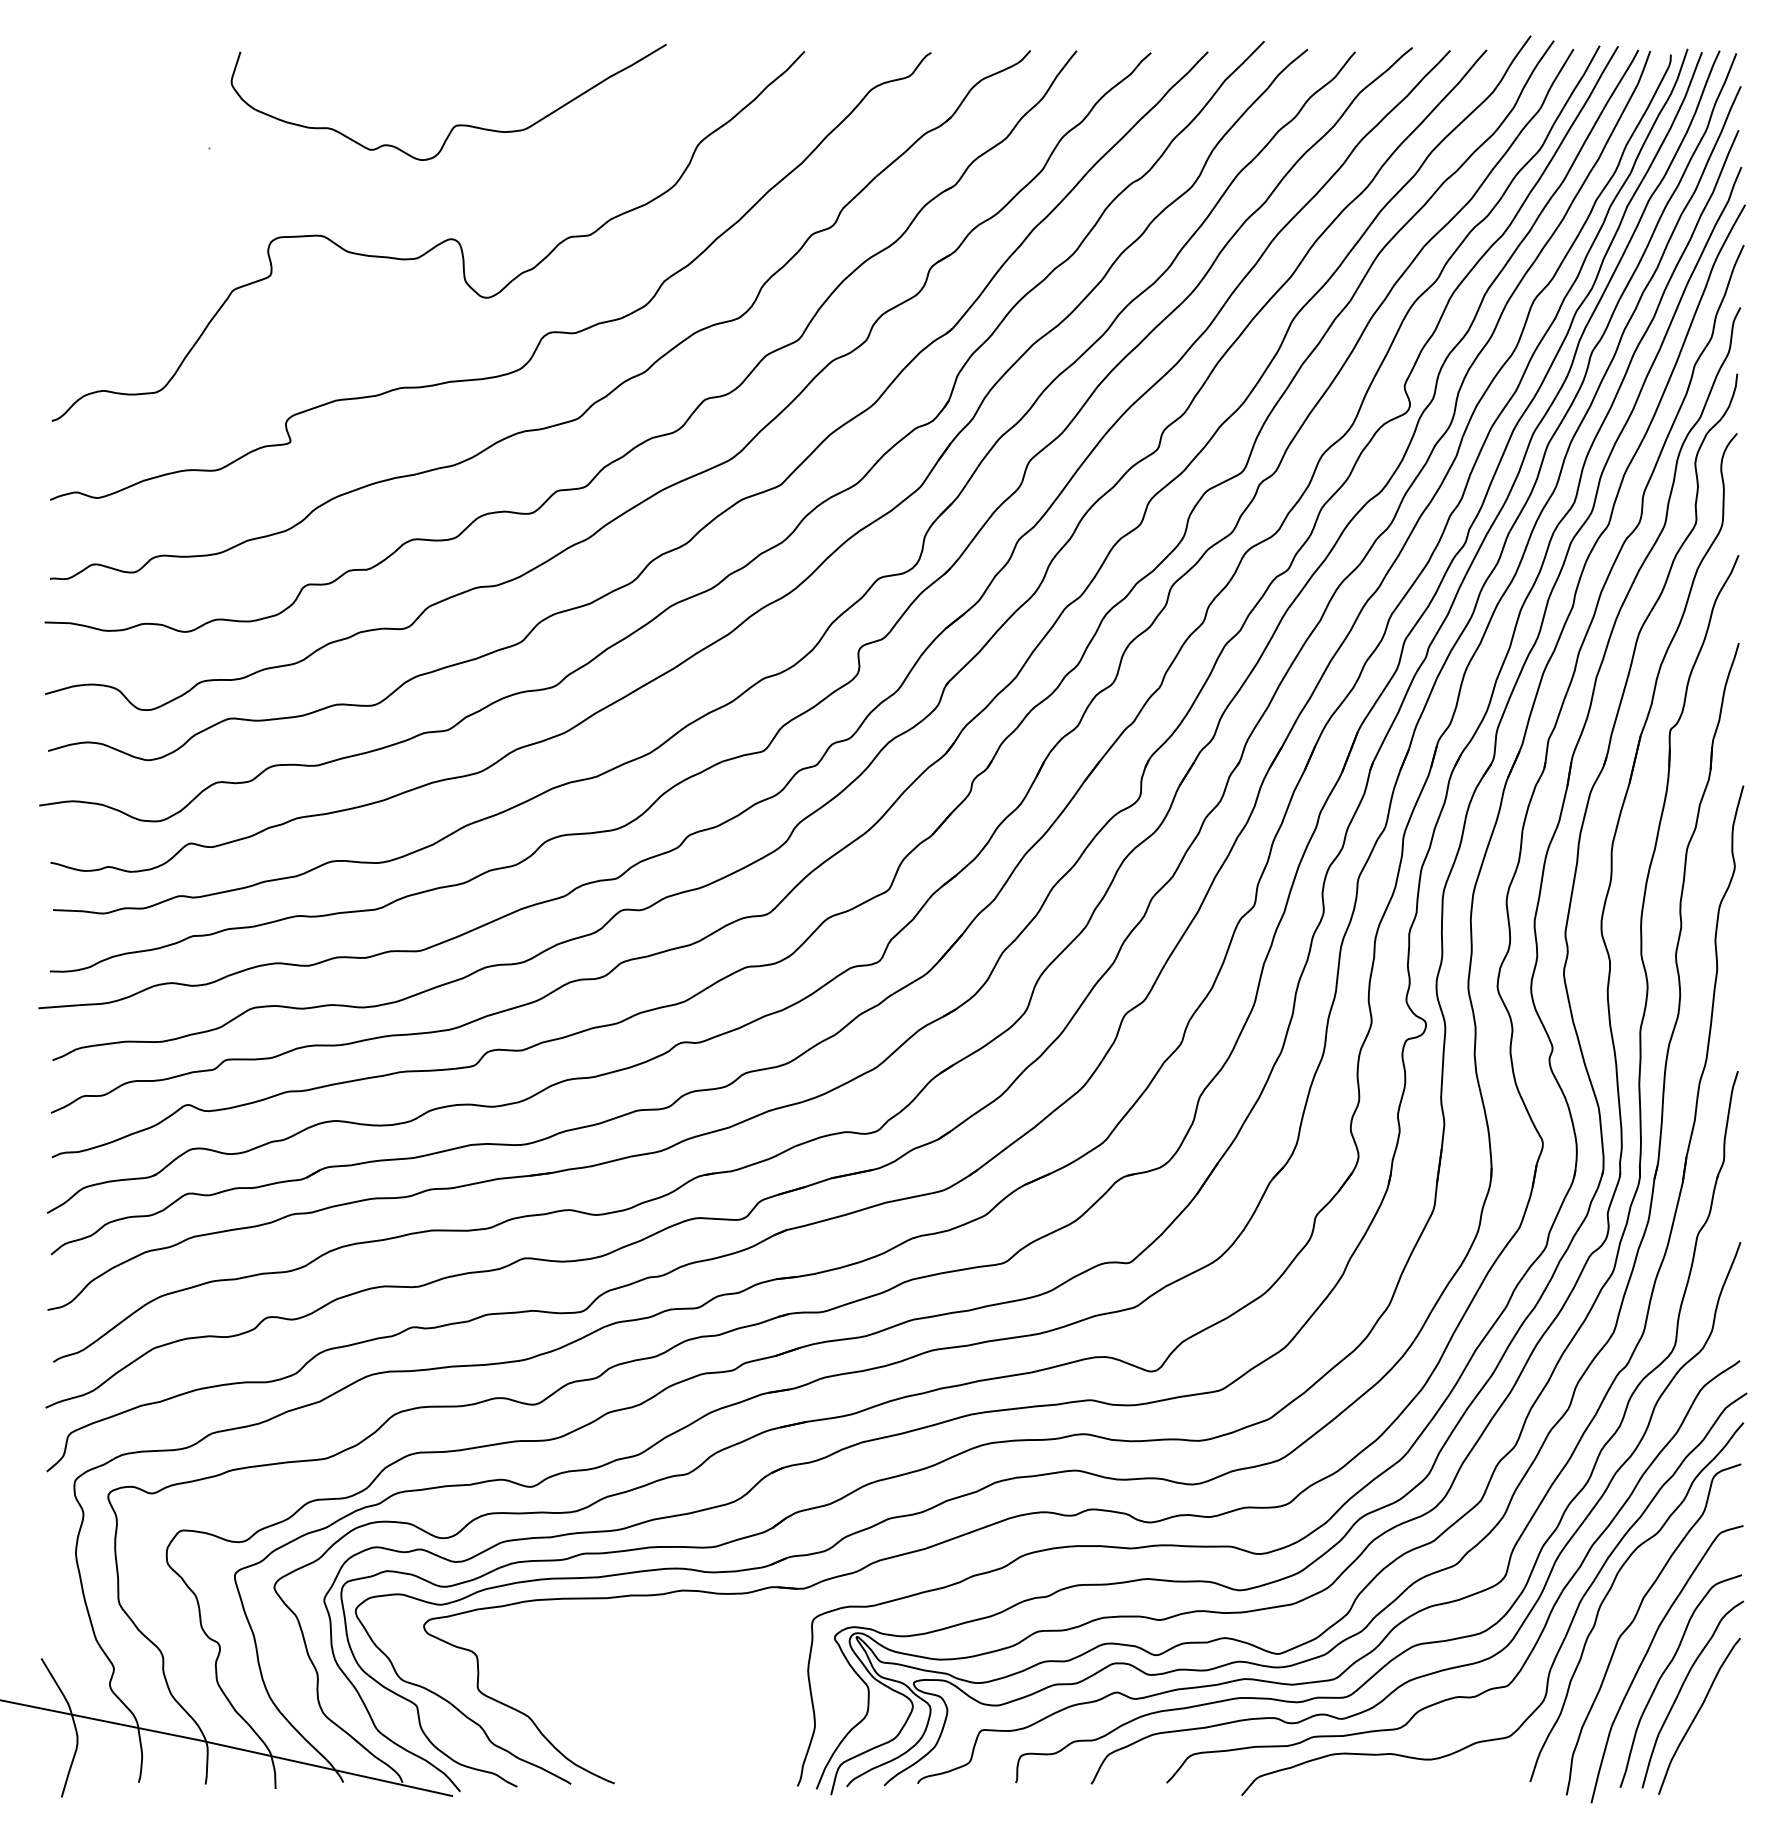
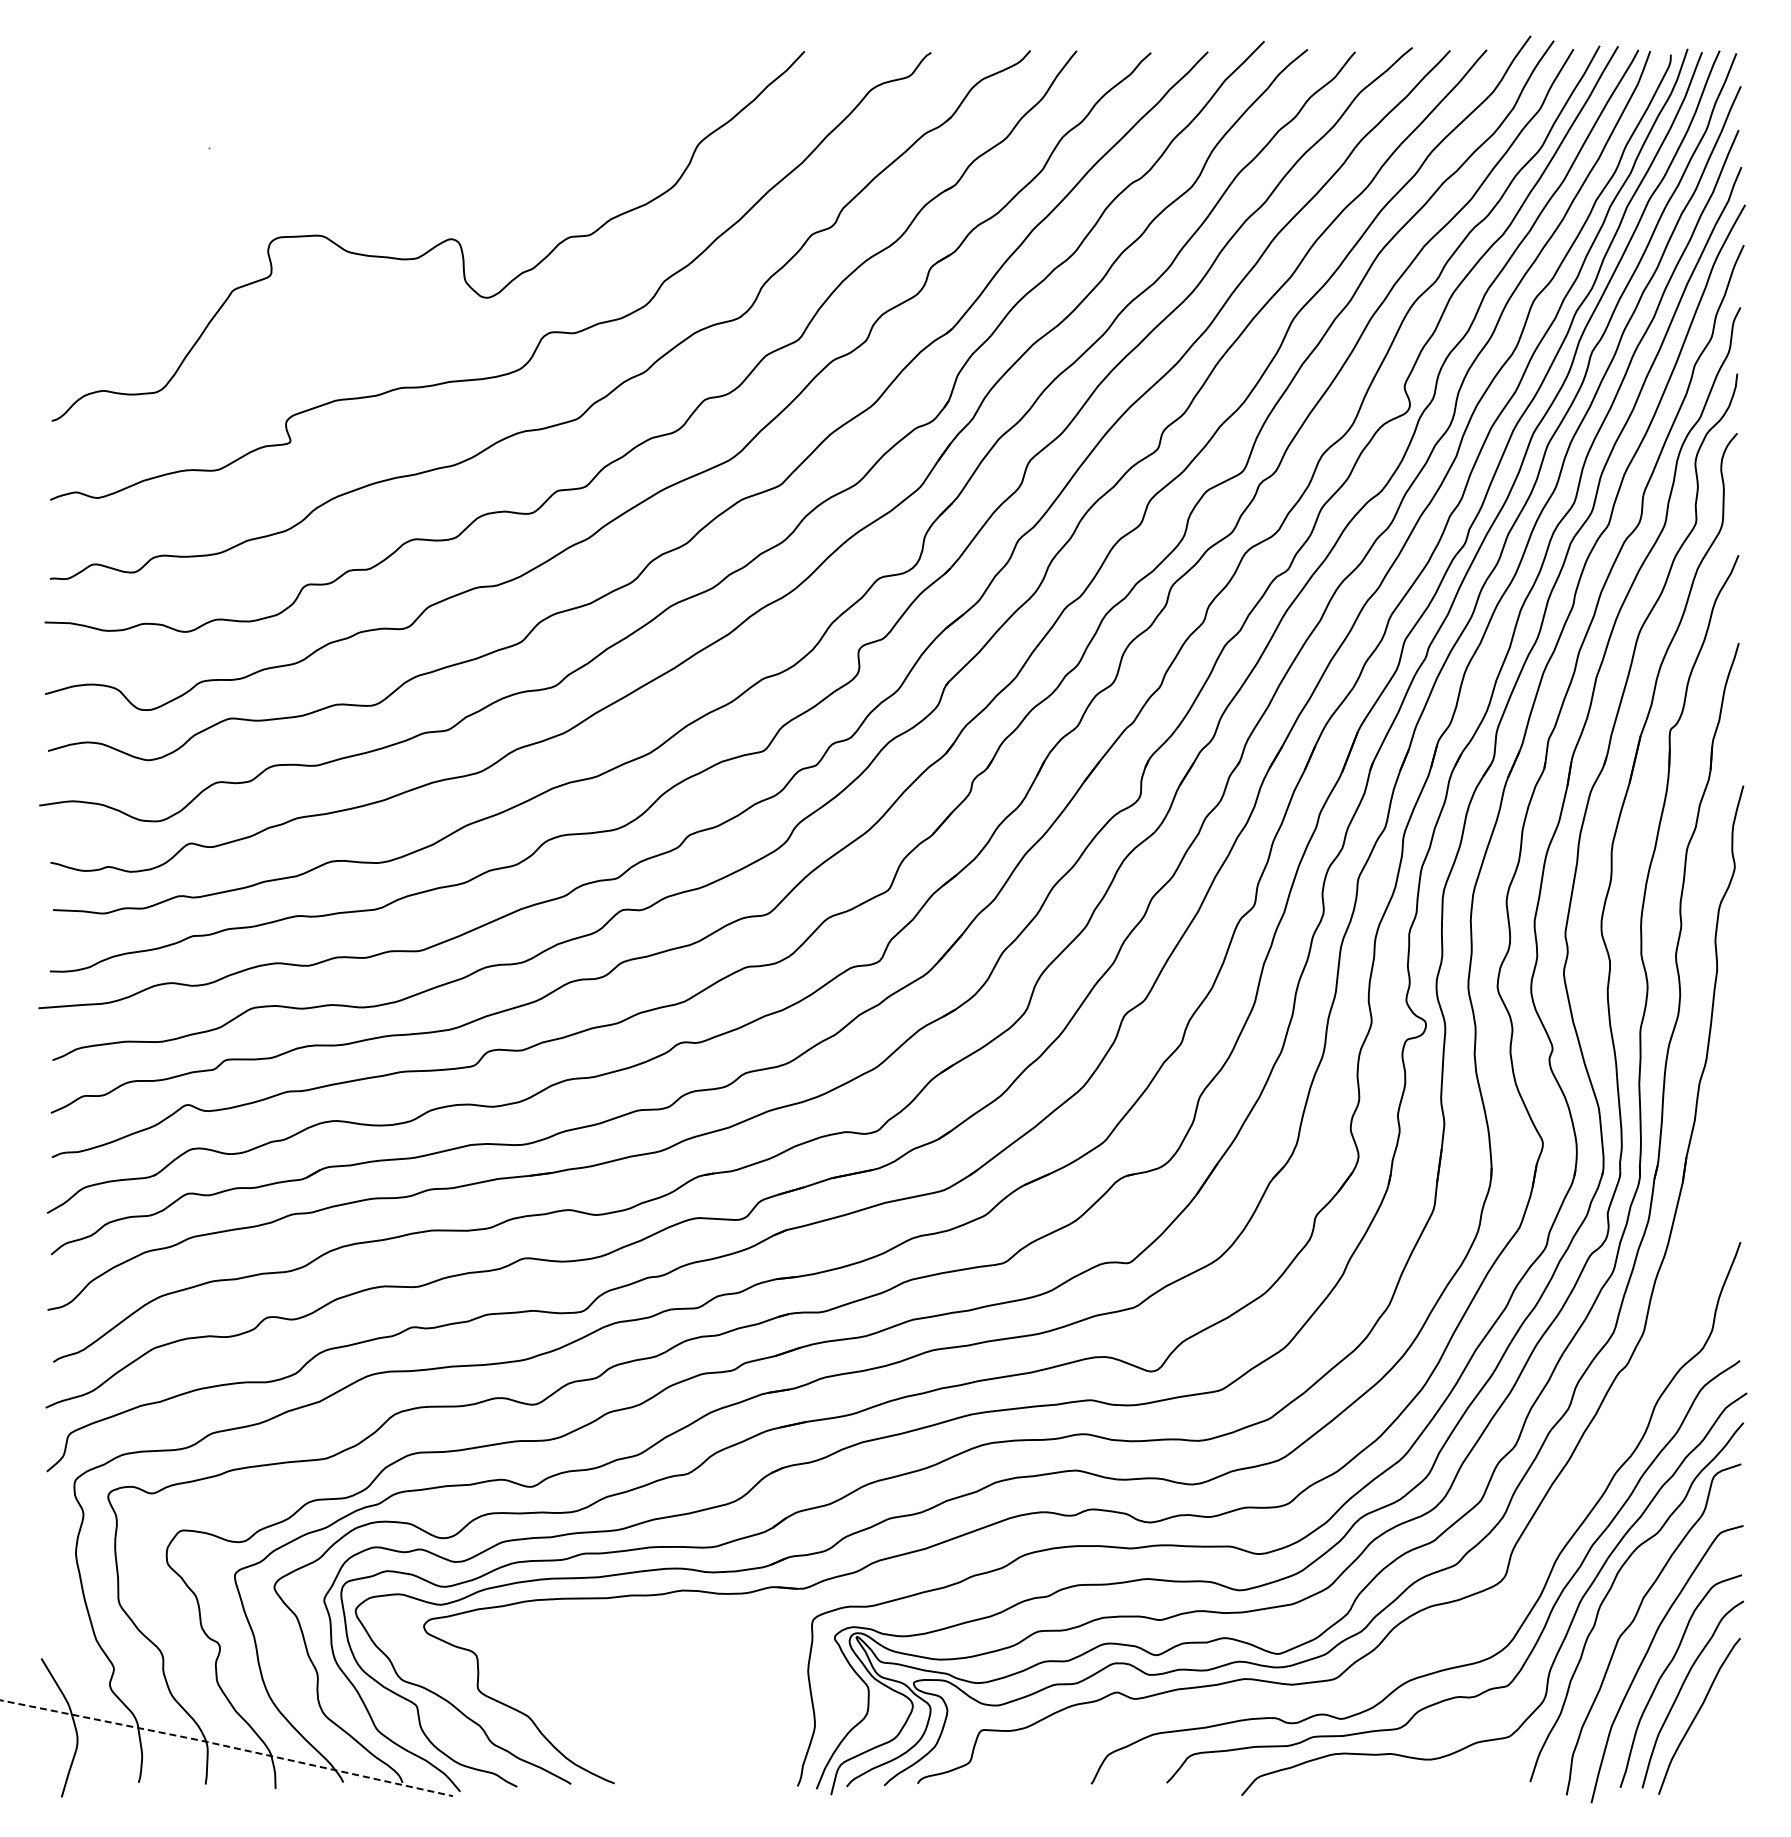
curve at (456, 124): present -> none
part at (1543, 1543): present -> none
line at (227, 1746): solid -> dashed
